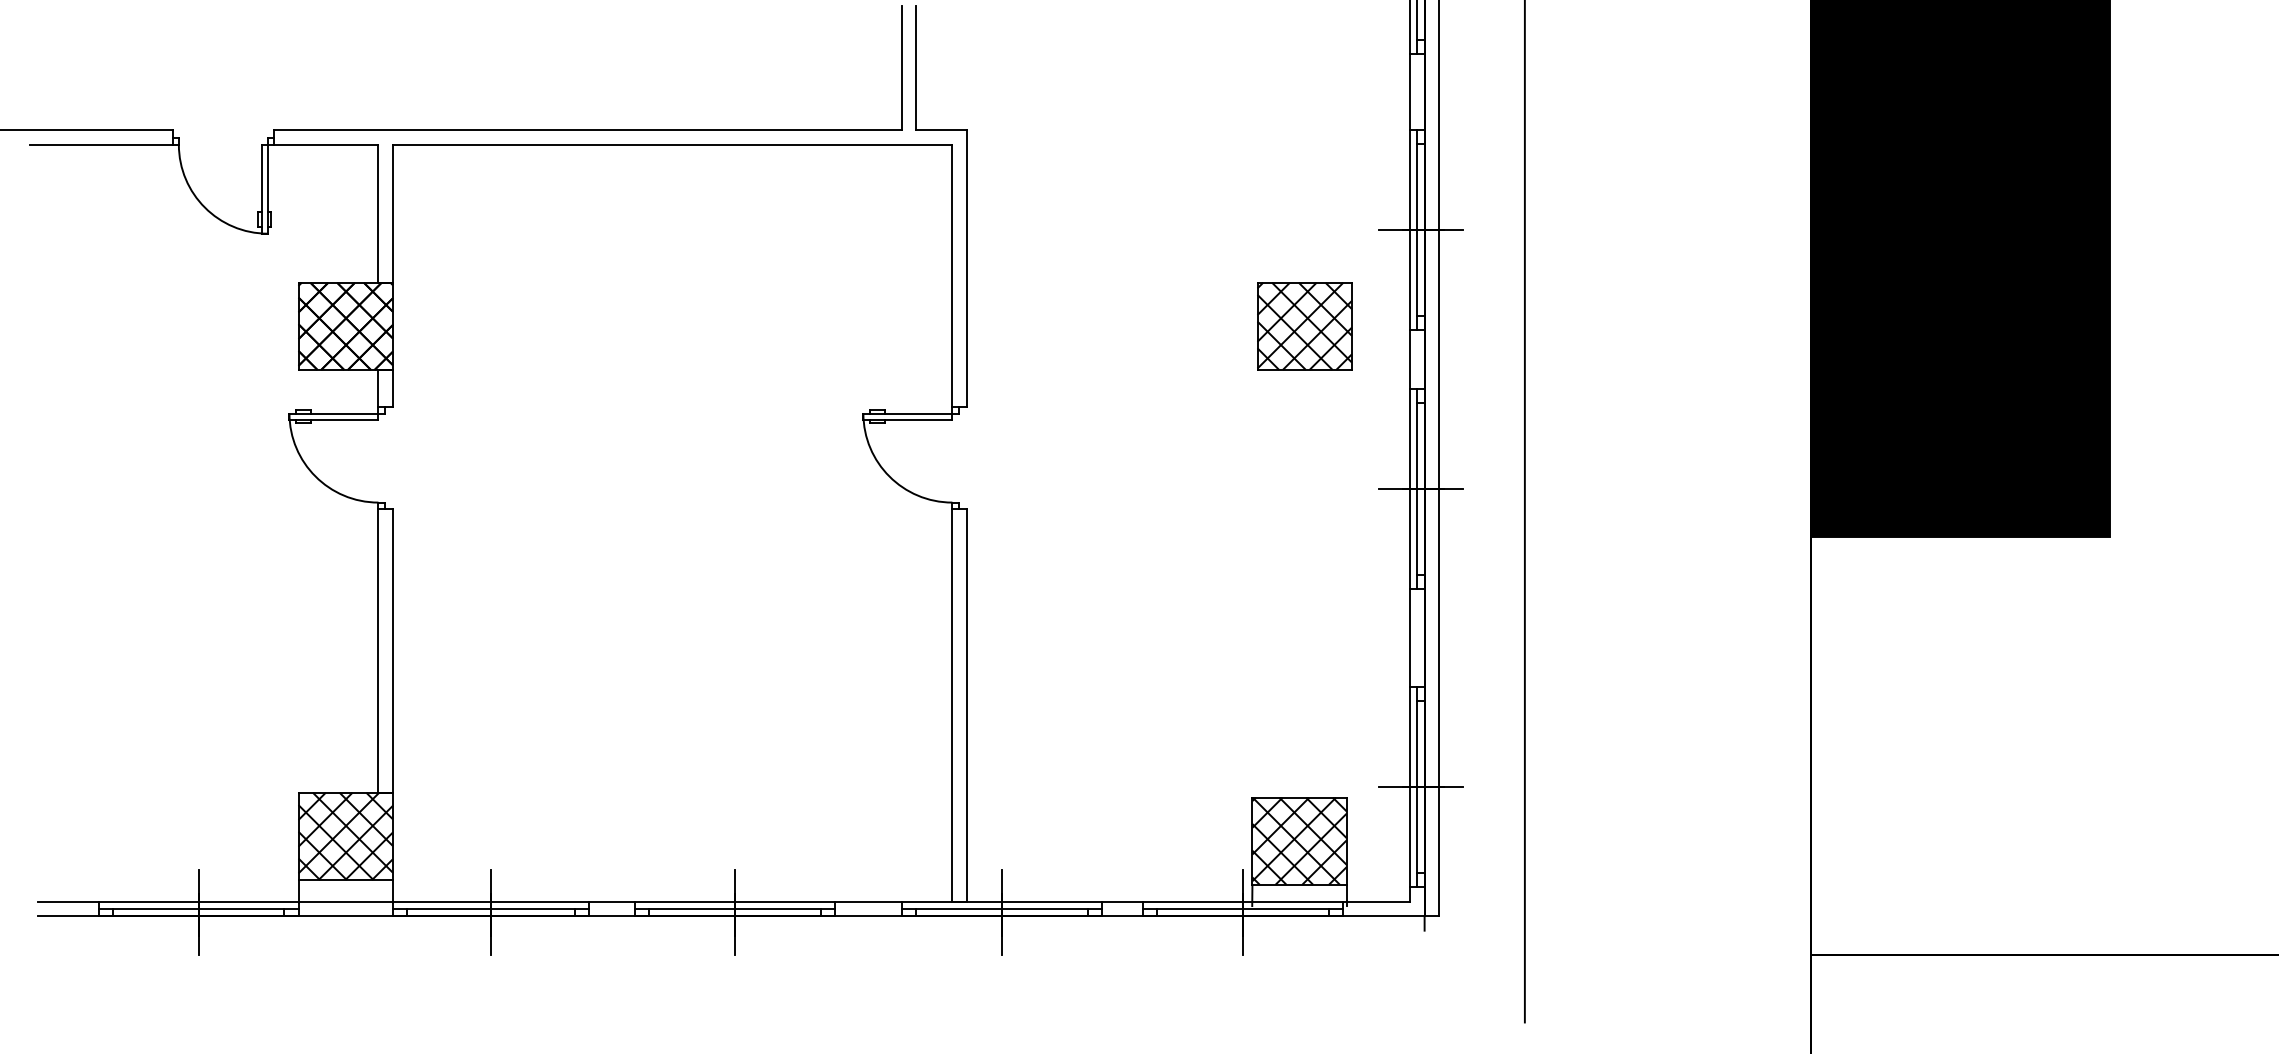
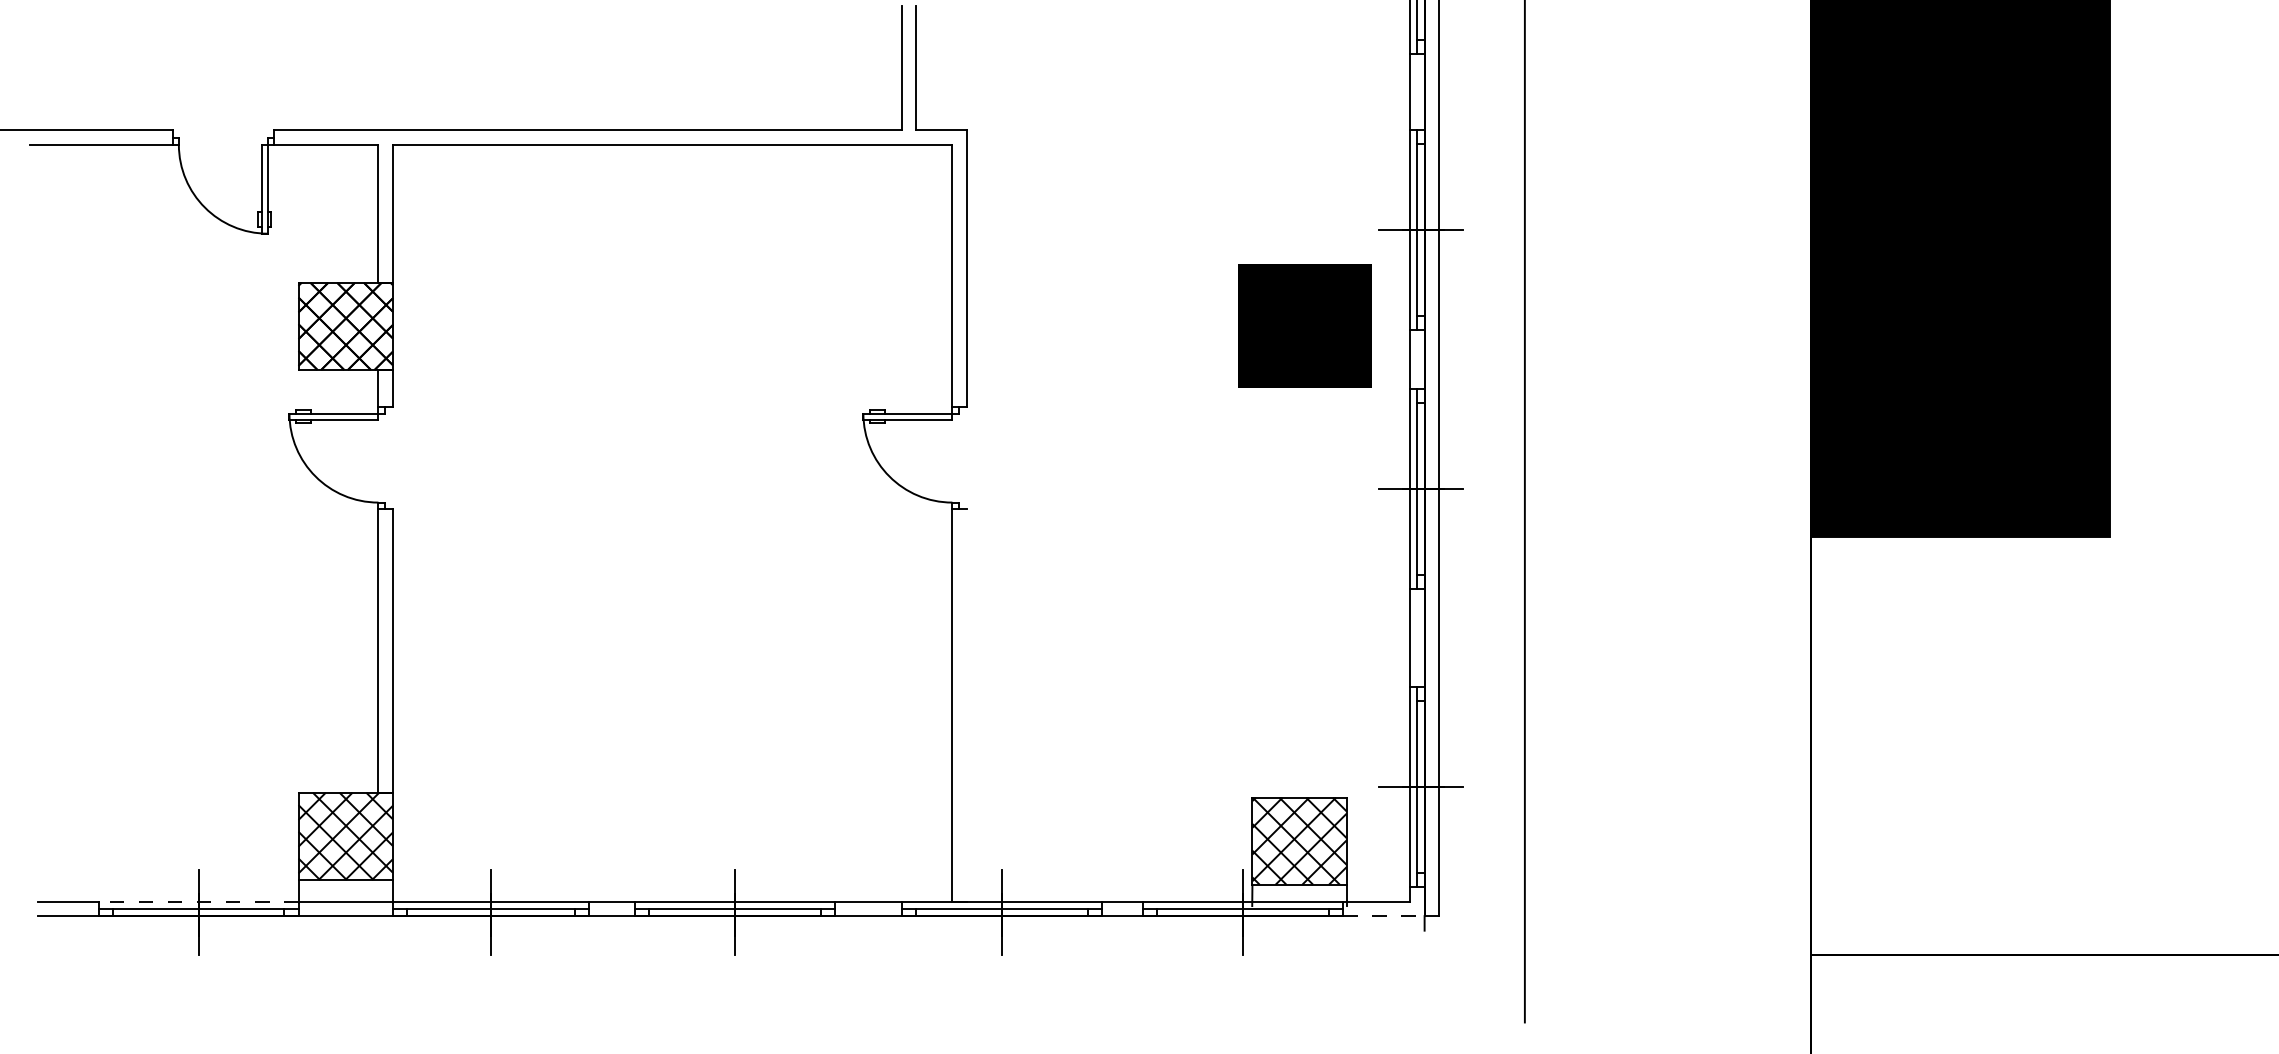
part at (1304, 326) size: 96x89 px -> 134x124 px
line at (966, 704): present -> none
line at (198, 901): solid -> dashed
line at (1383, 916): solid -> dashed
